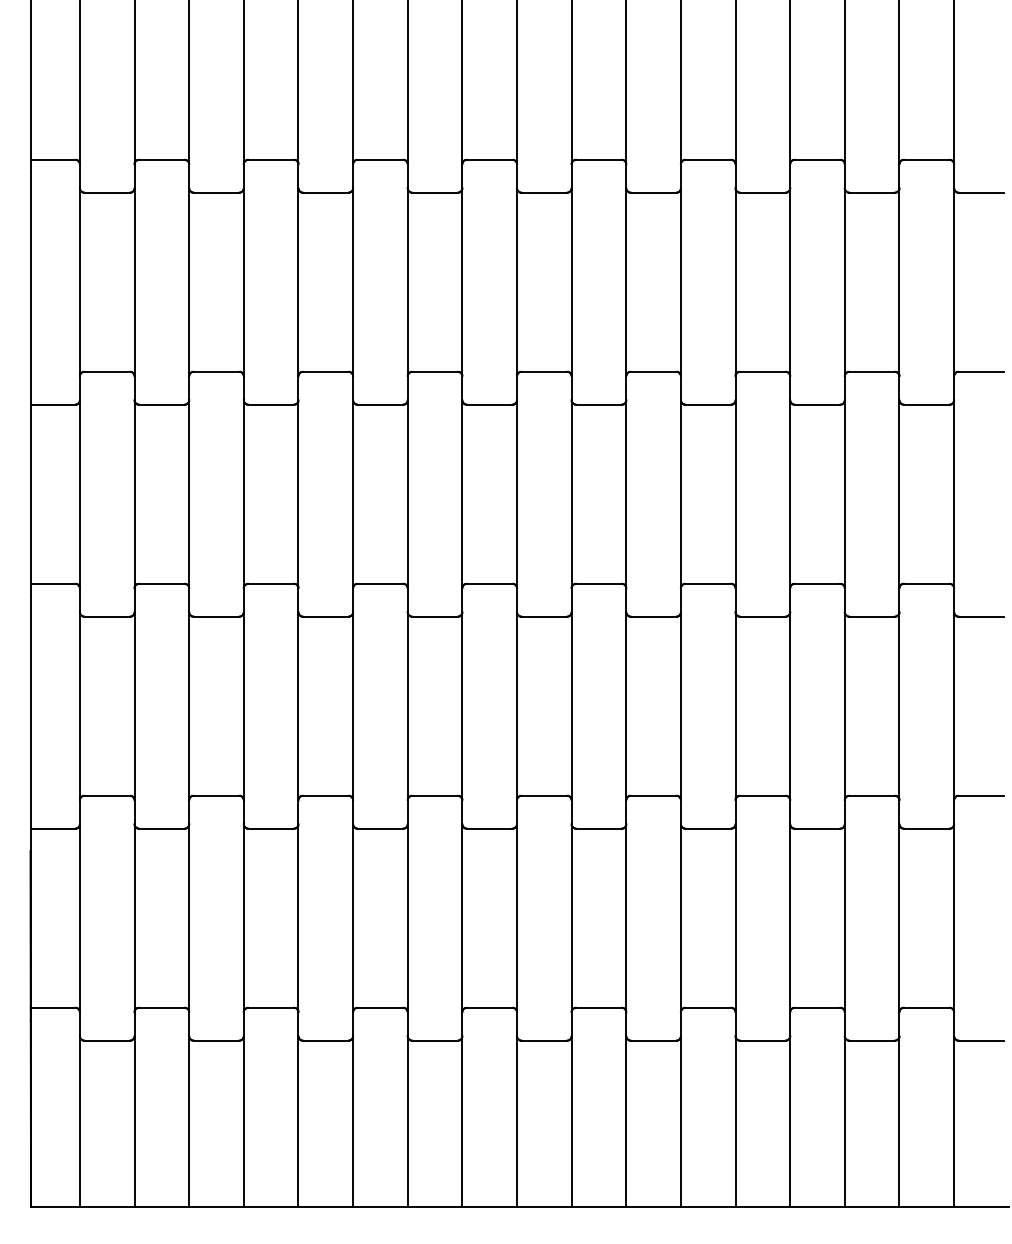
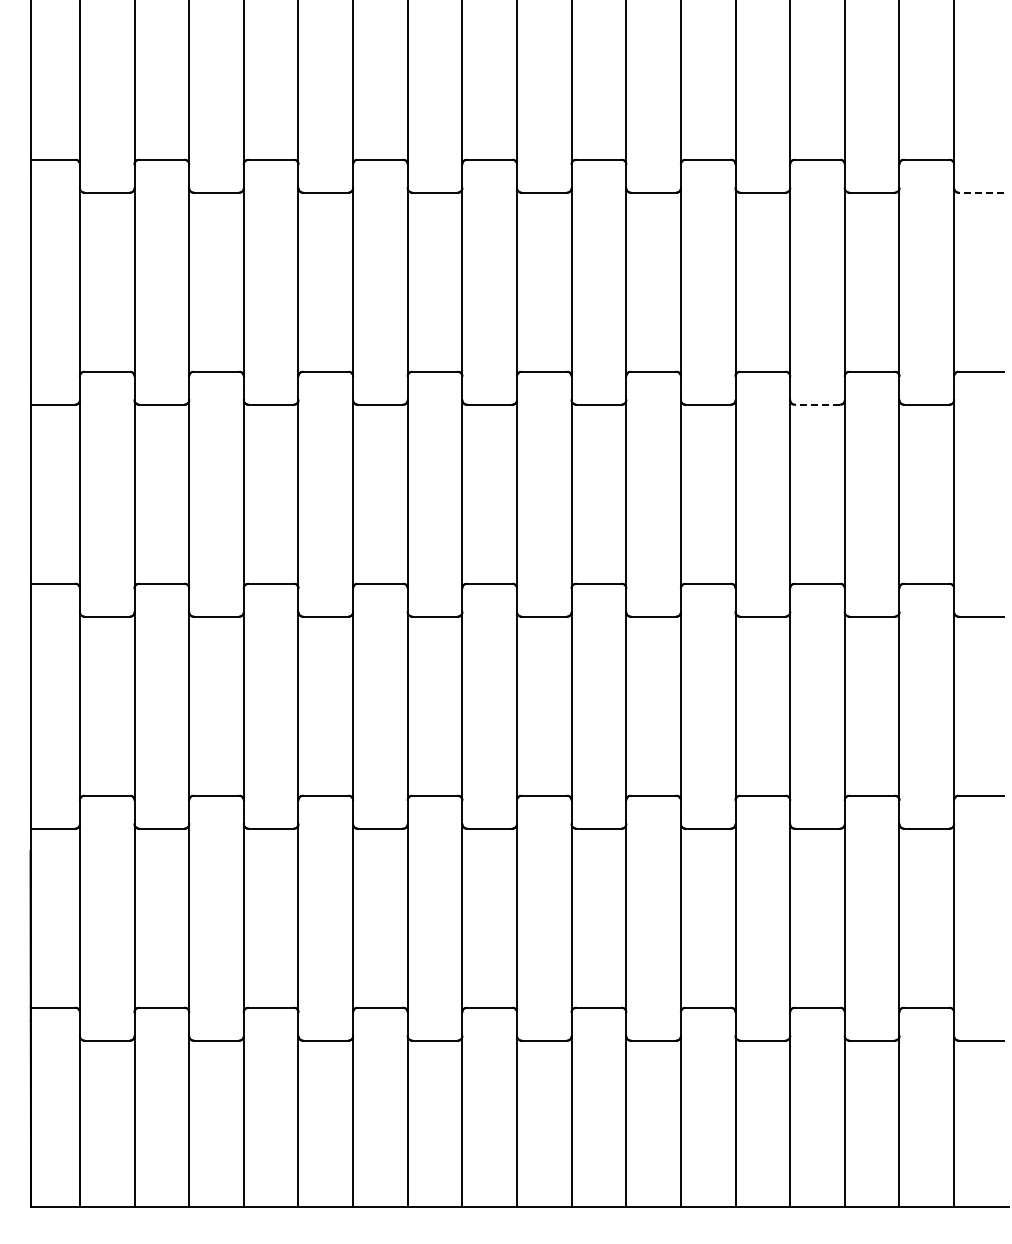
line at (981, 192): solid -> dashed
line at (817, 404): solid -> dashed
